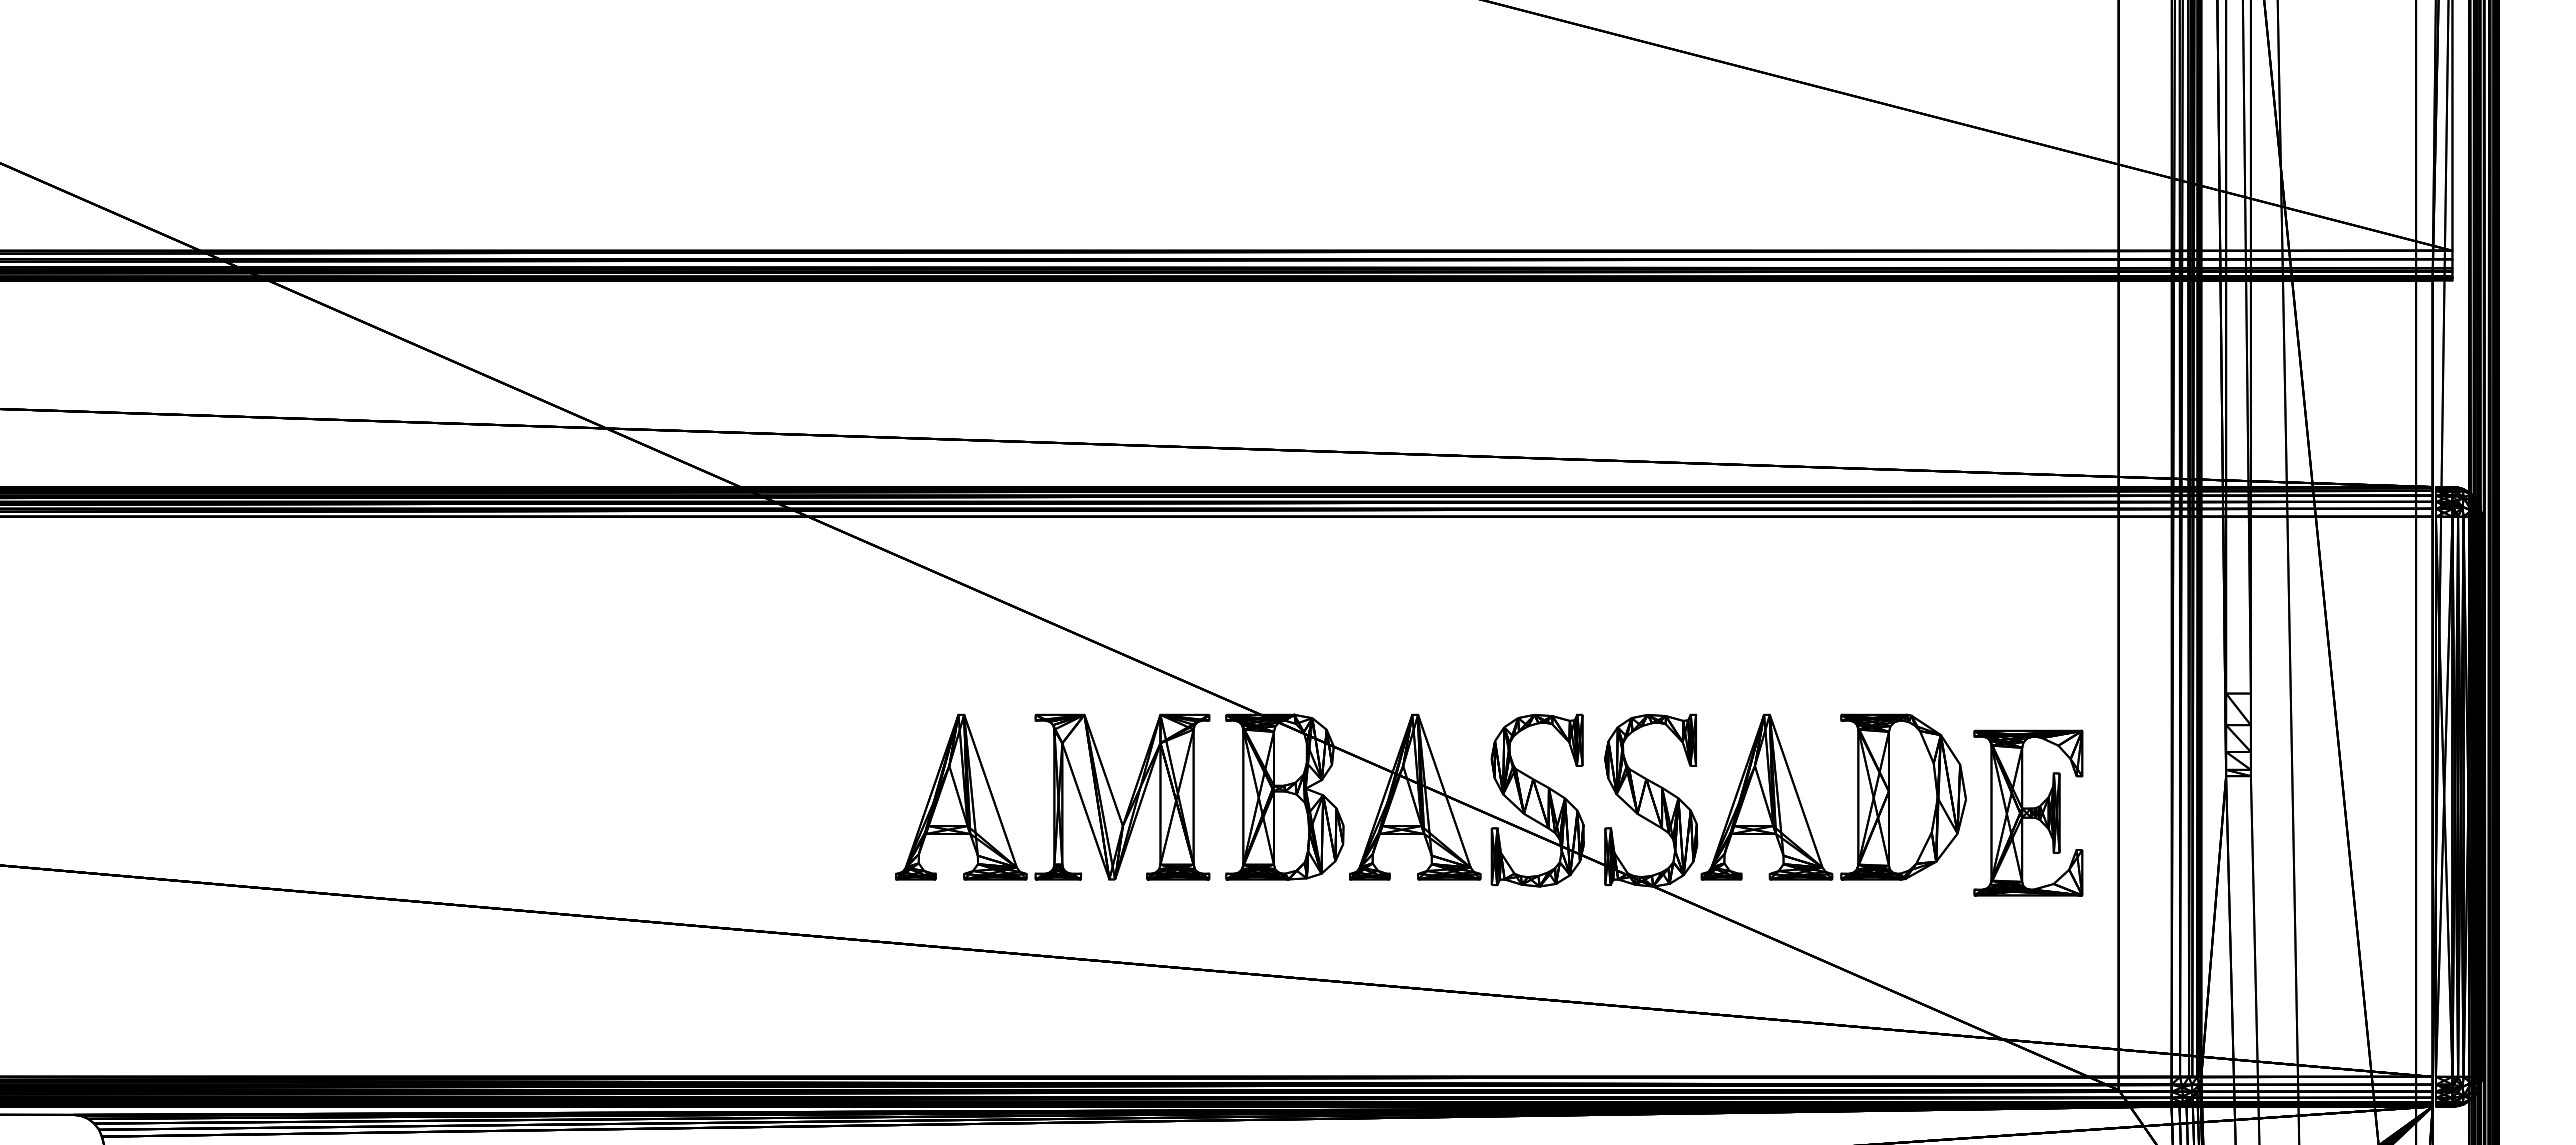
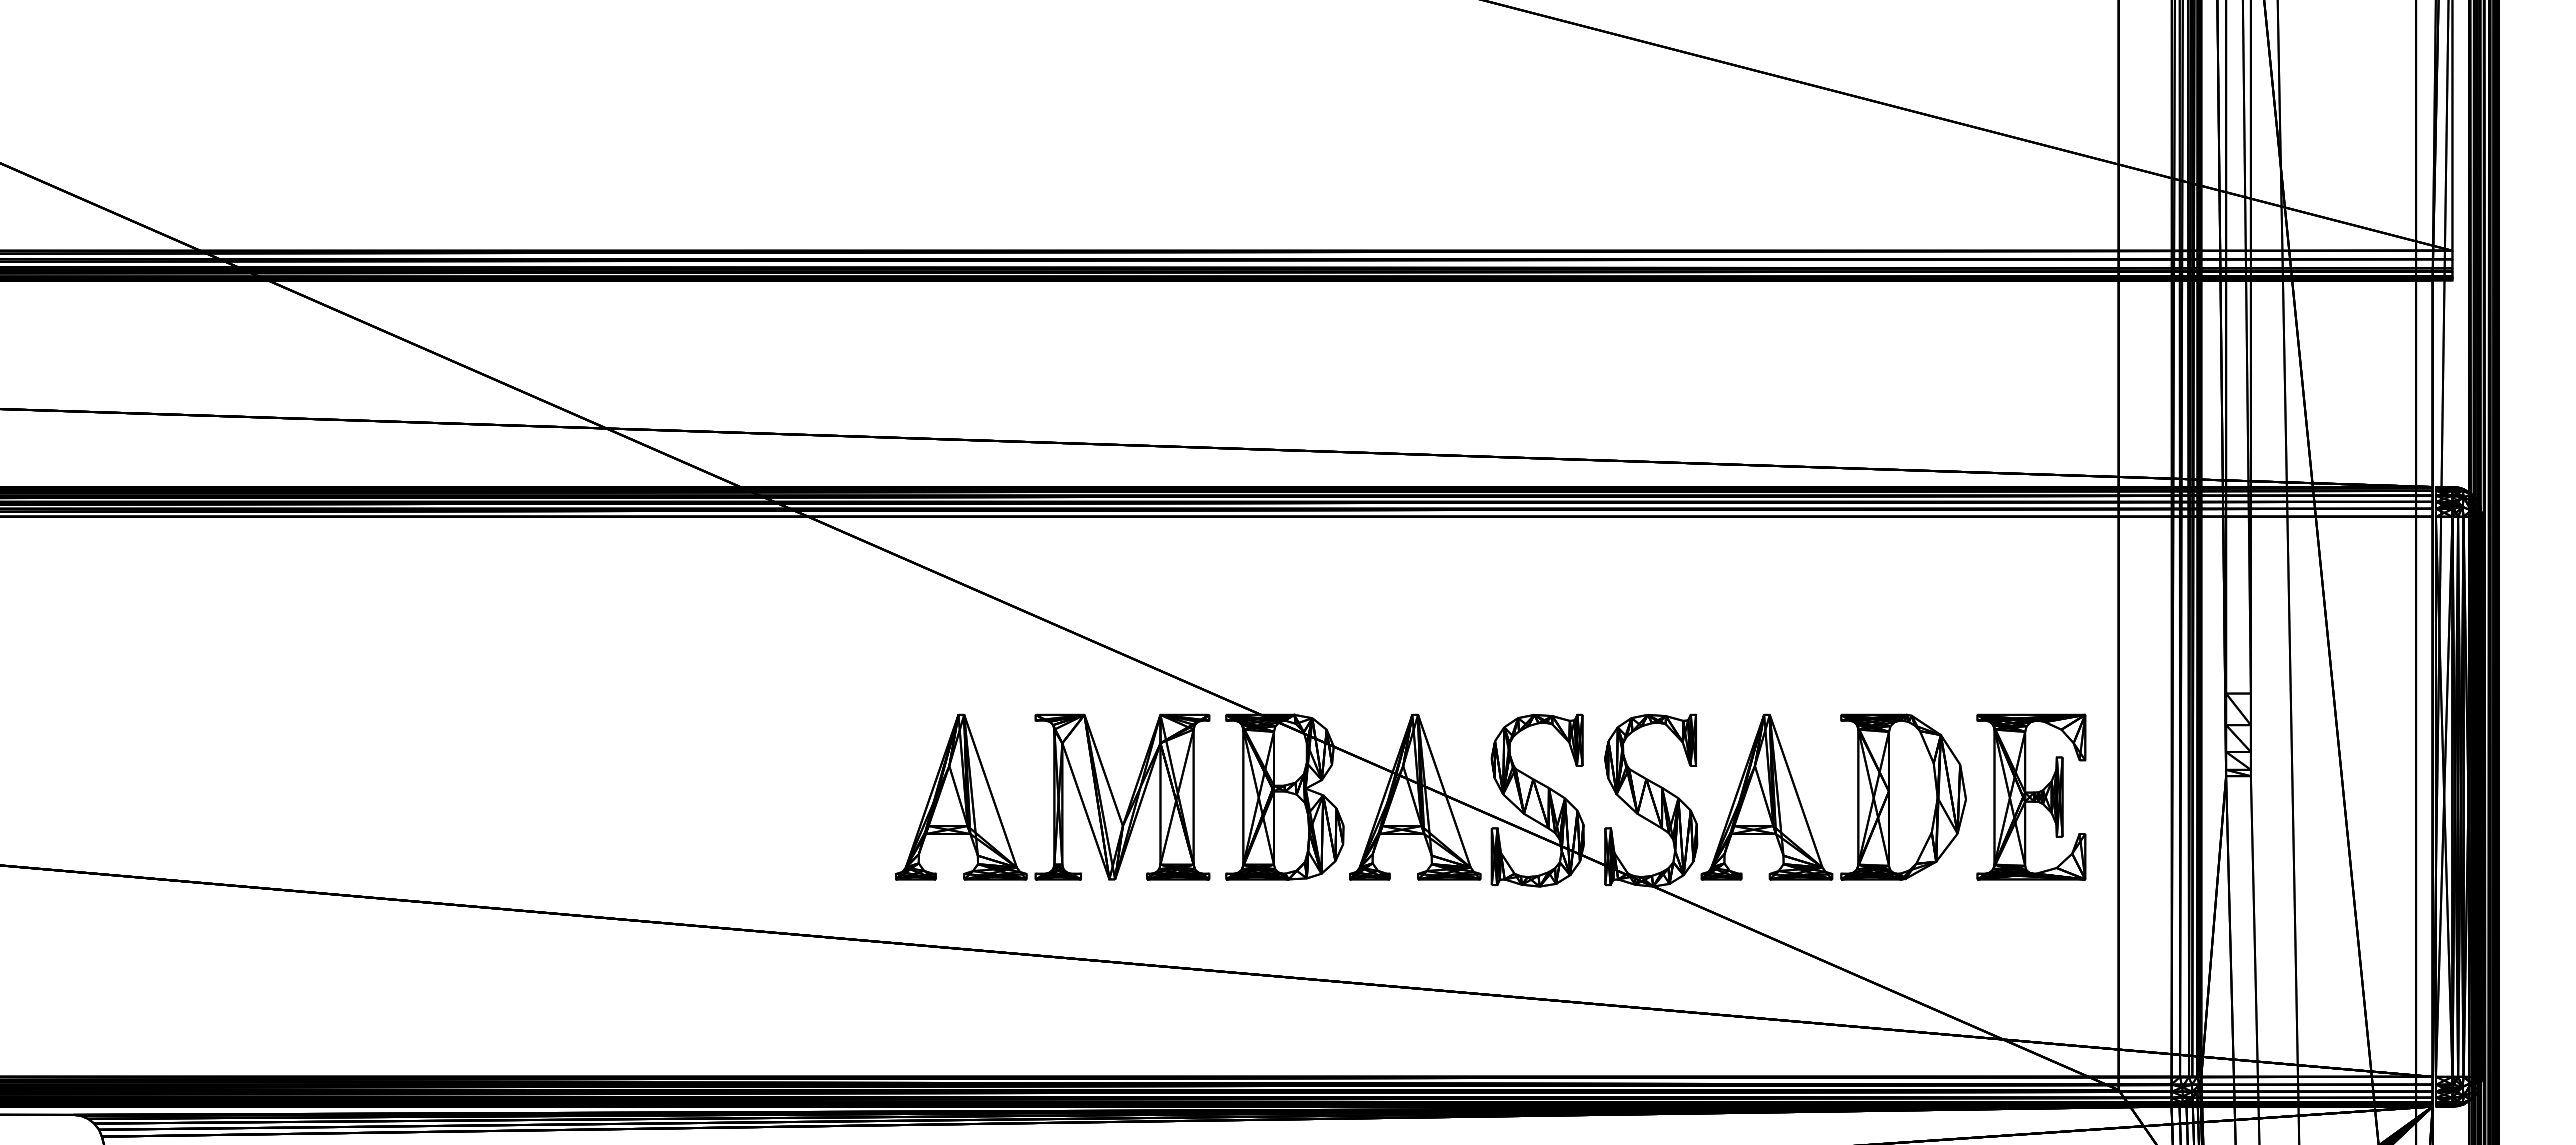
part at (2028, 812) position: (2028, 812) -> (2031, 796)
